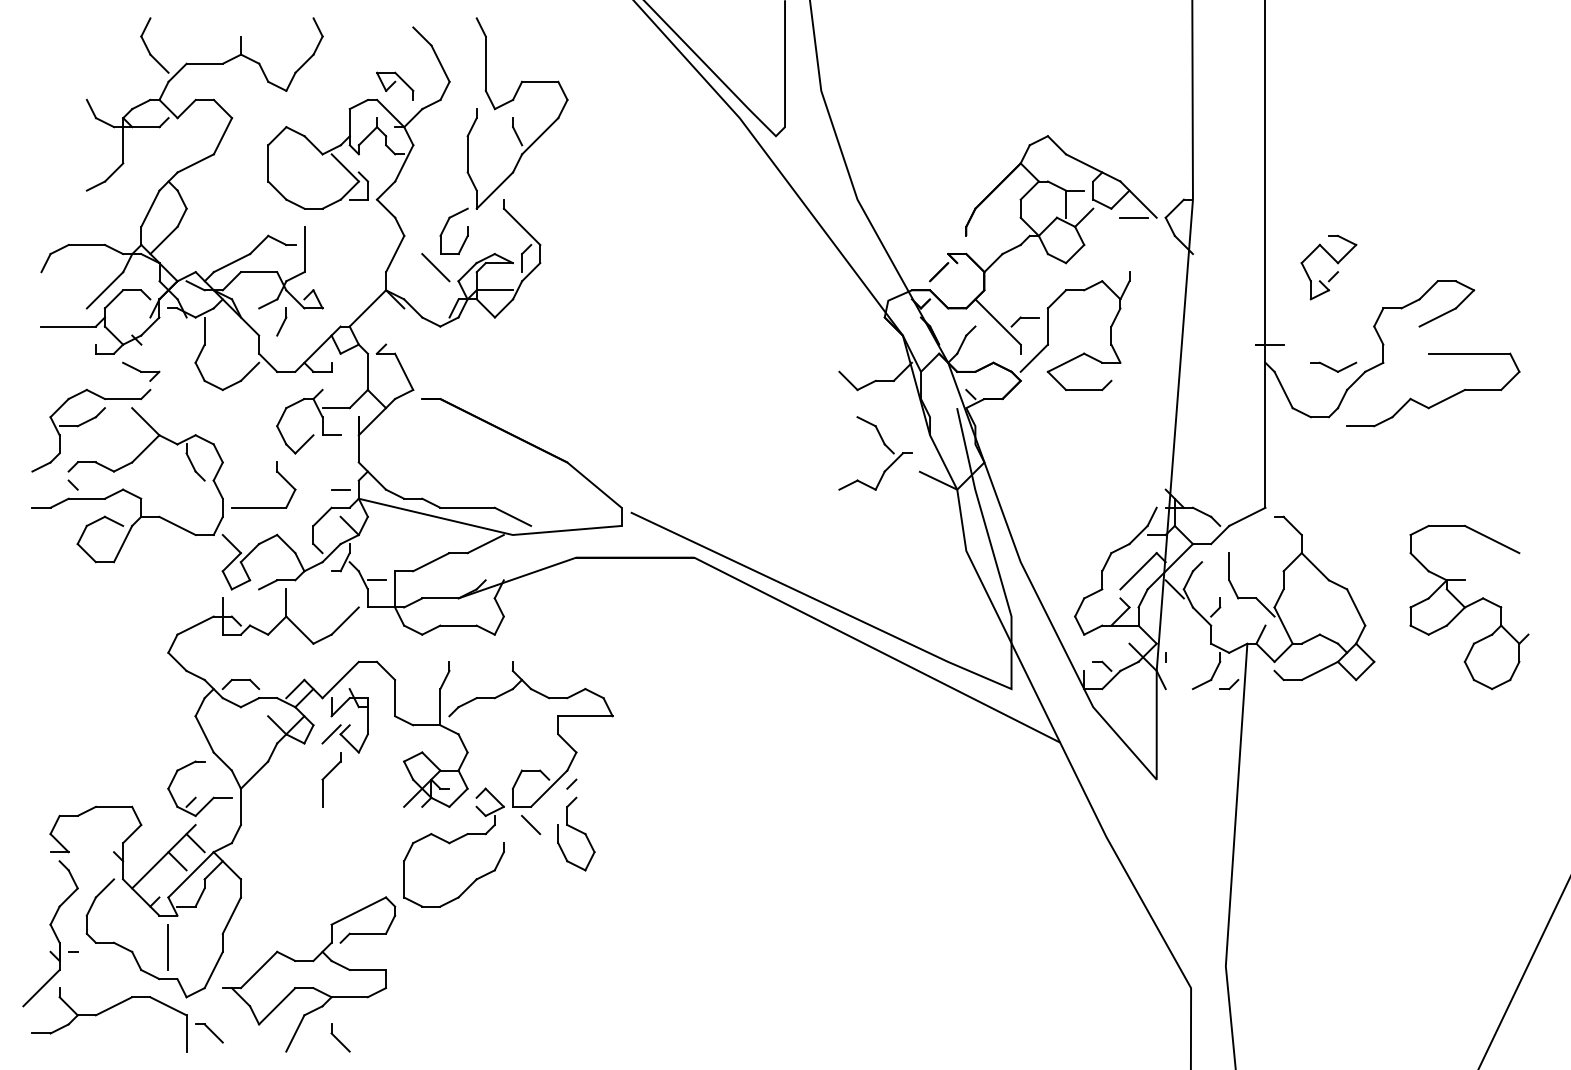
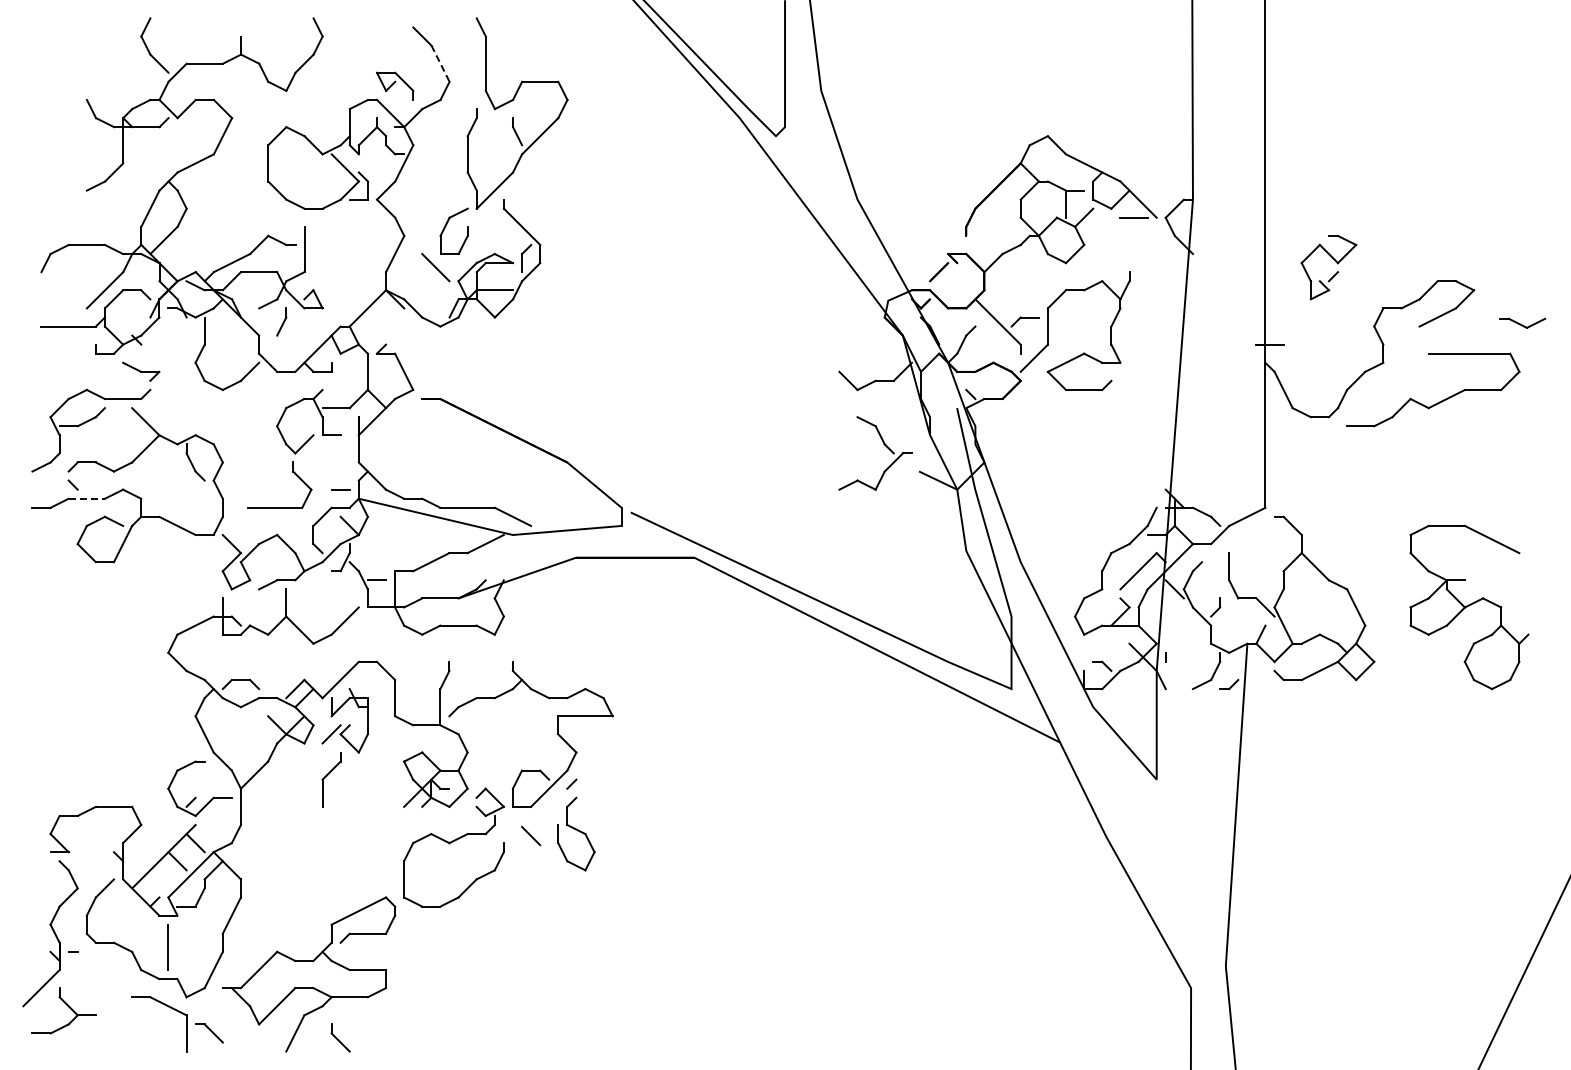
line at (440, 64): solid -> dashed
part at (1333, 366) position: (1333, 366) -> (1522, 322)
part at (276, 472) position: (276, 472) -> (292, 472)
line at (87, 498): solid -> dashed
line at (531, 825) position: (531, 825) -> (531, 836)
line at (113, 1006): present -> none
